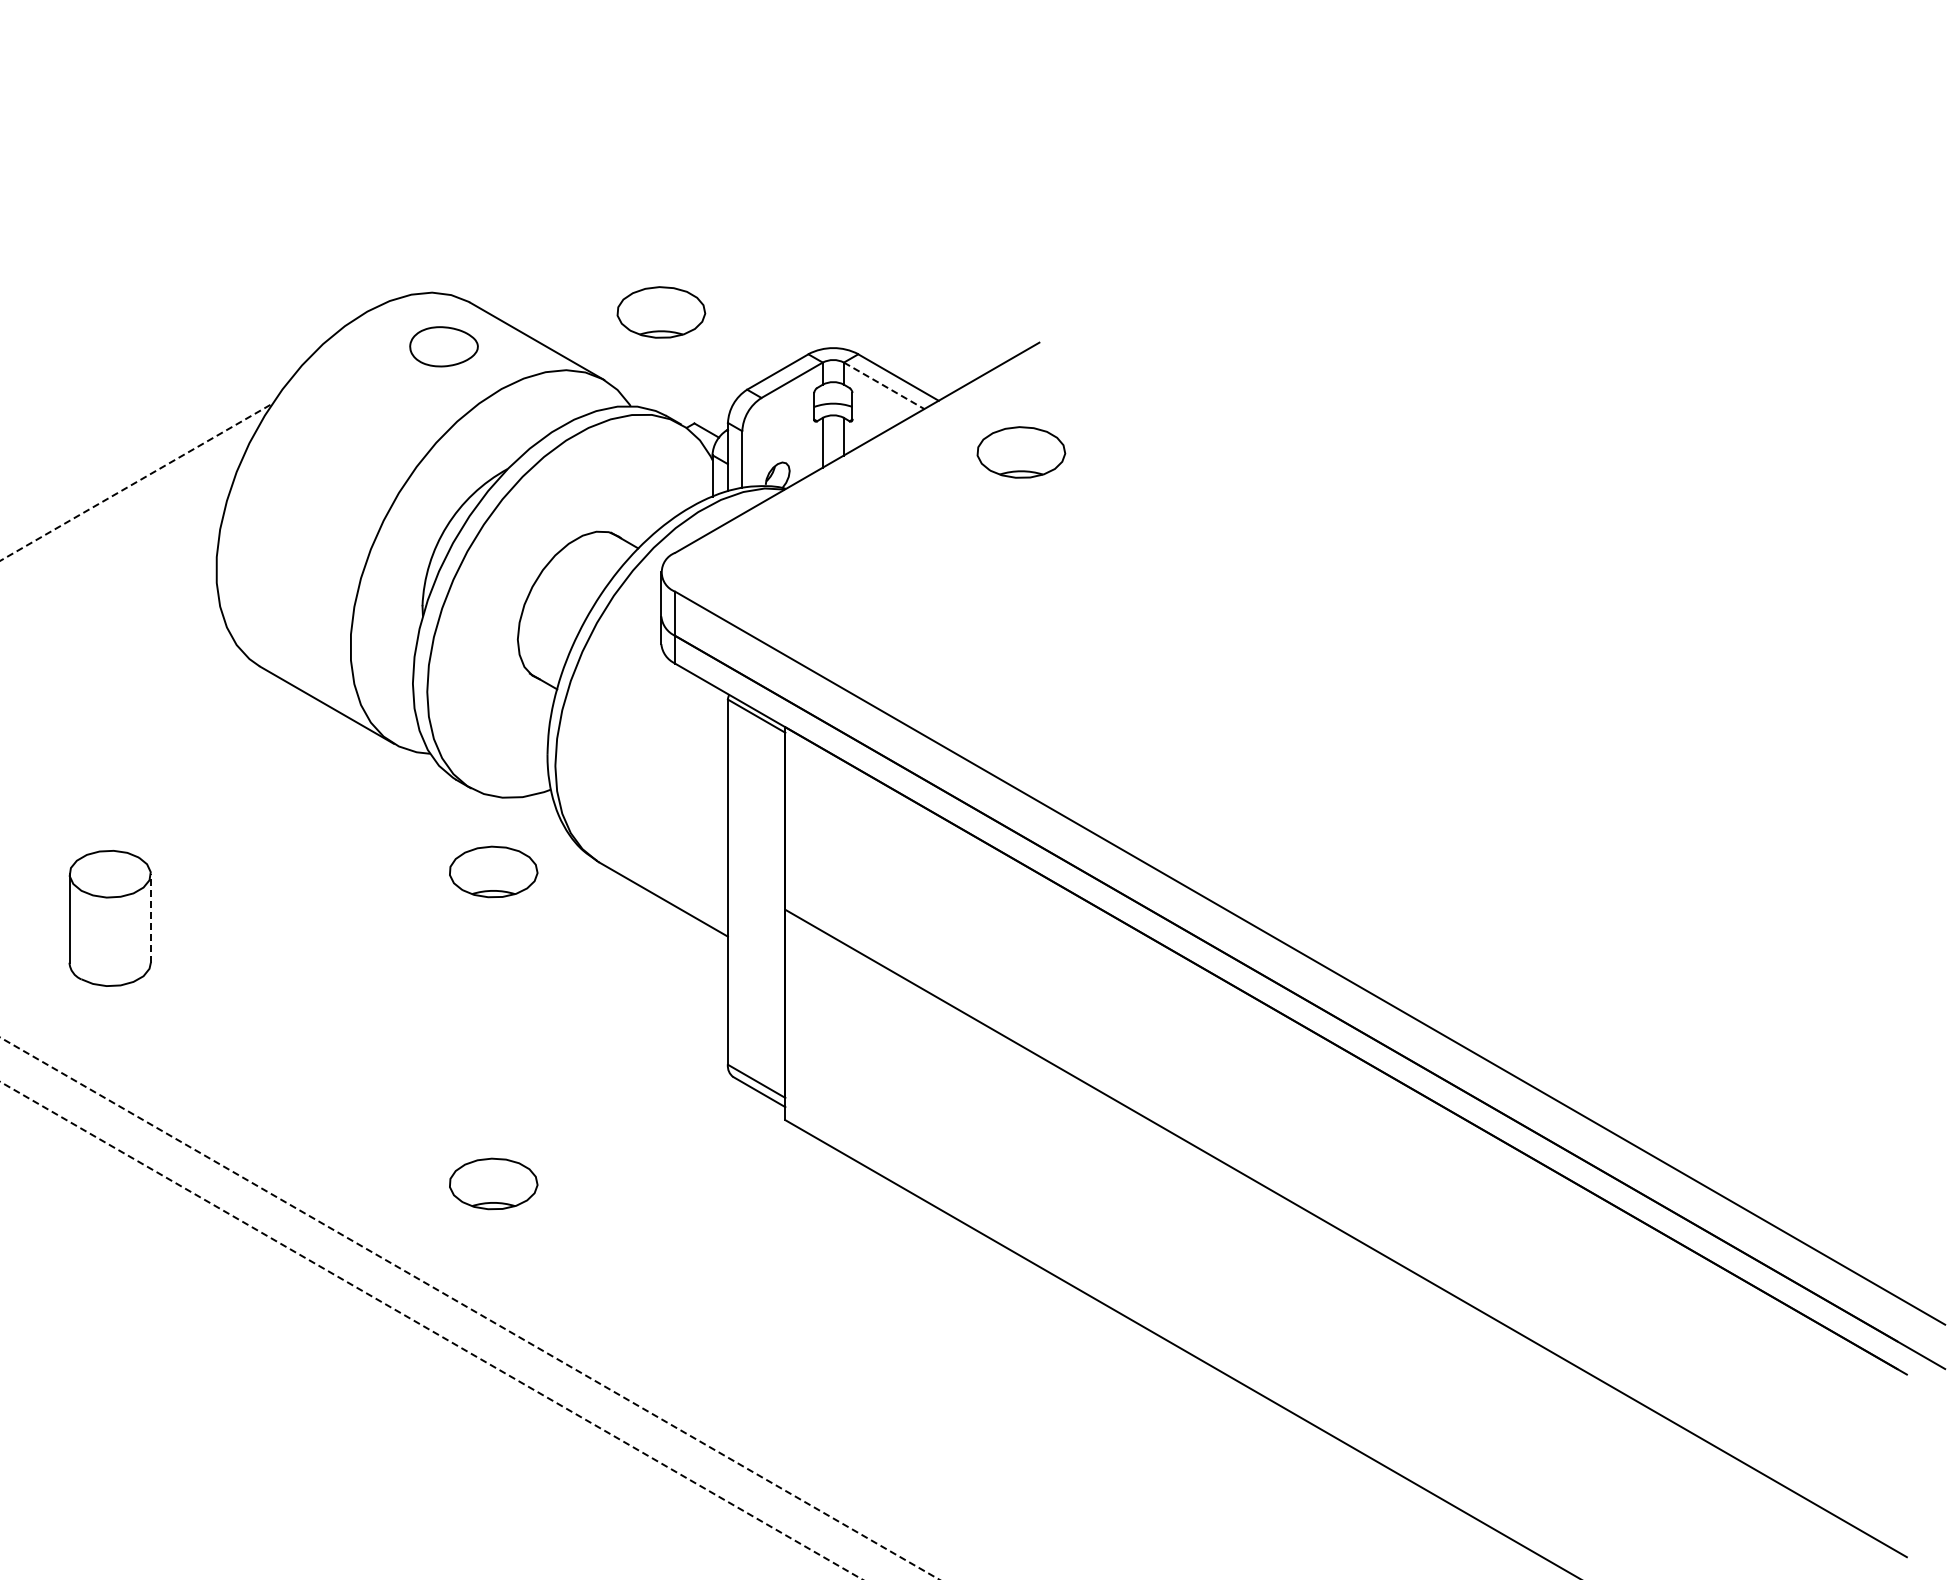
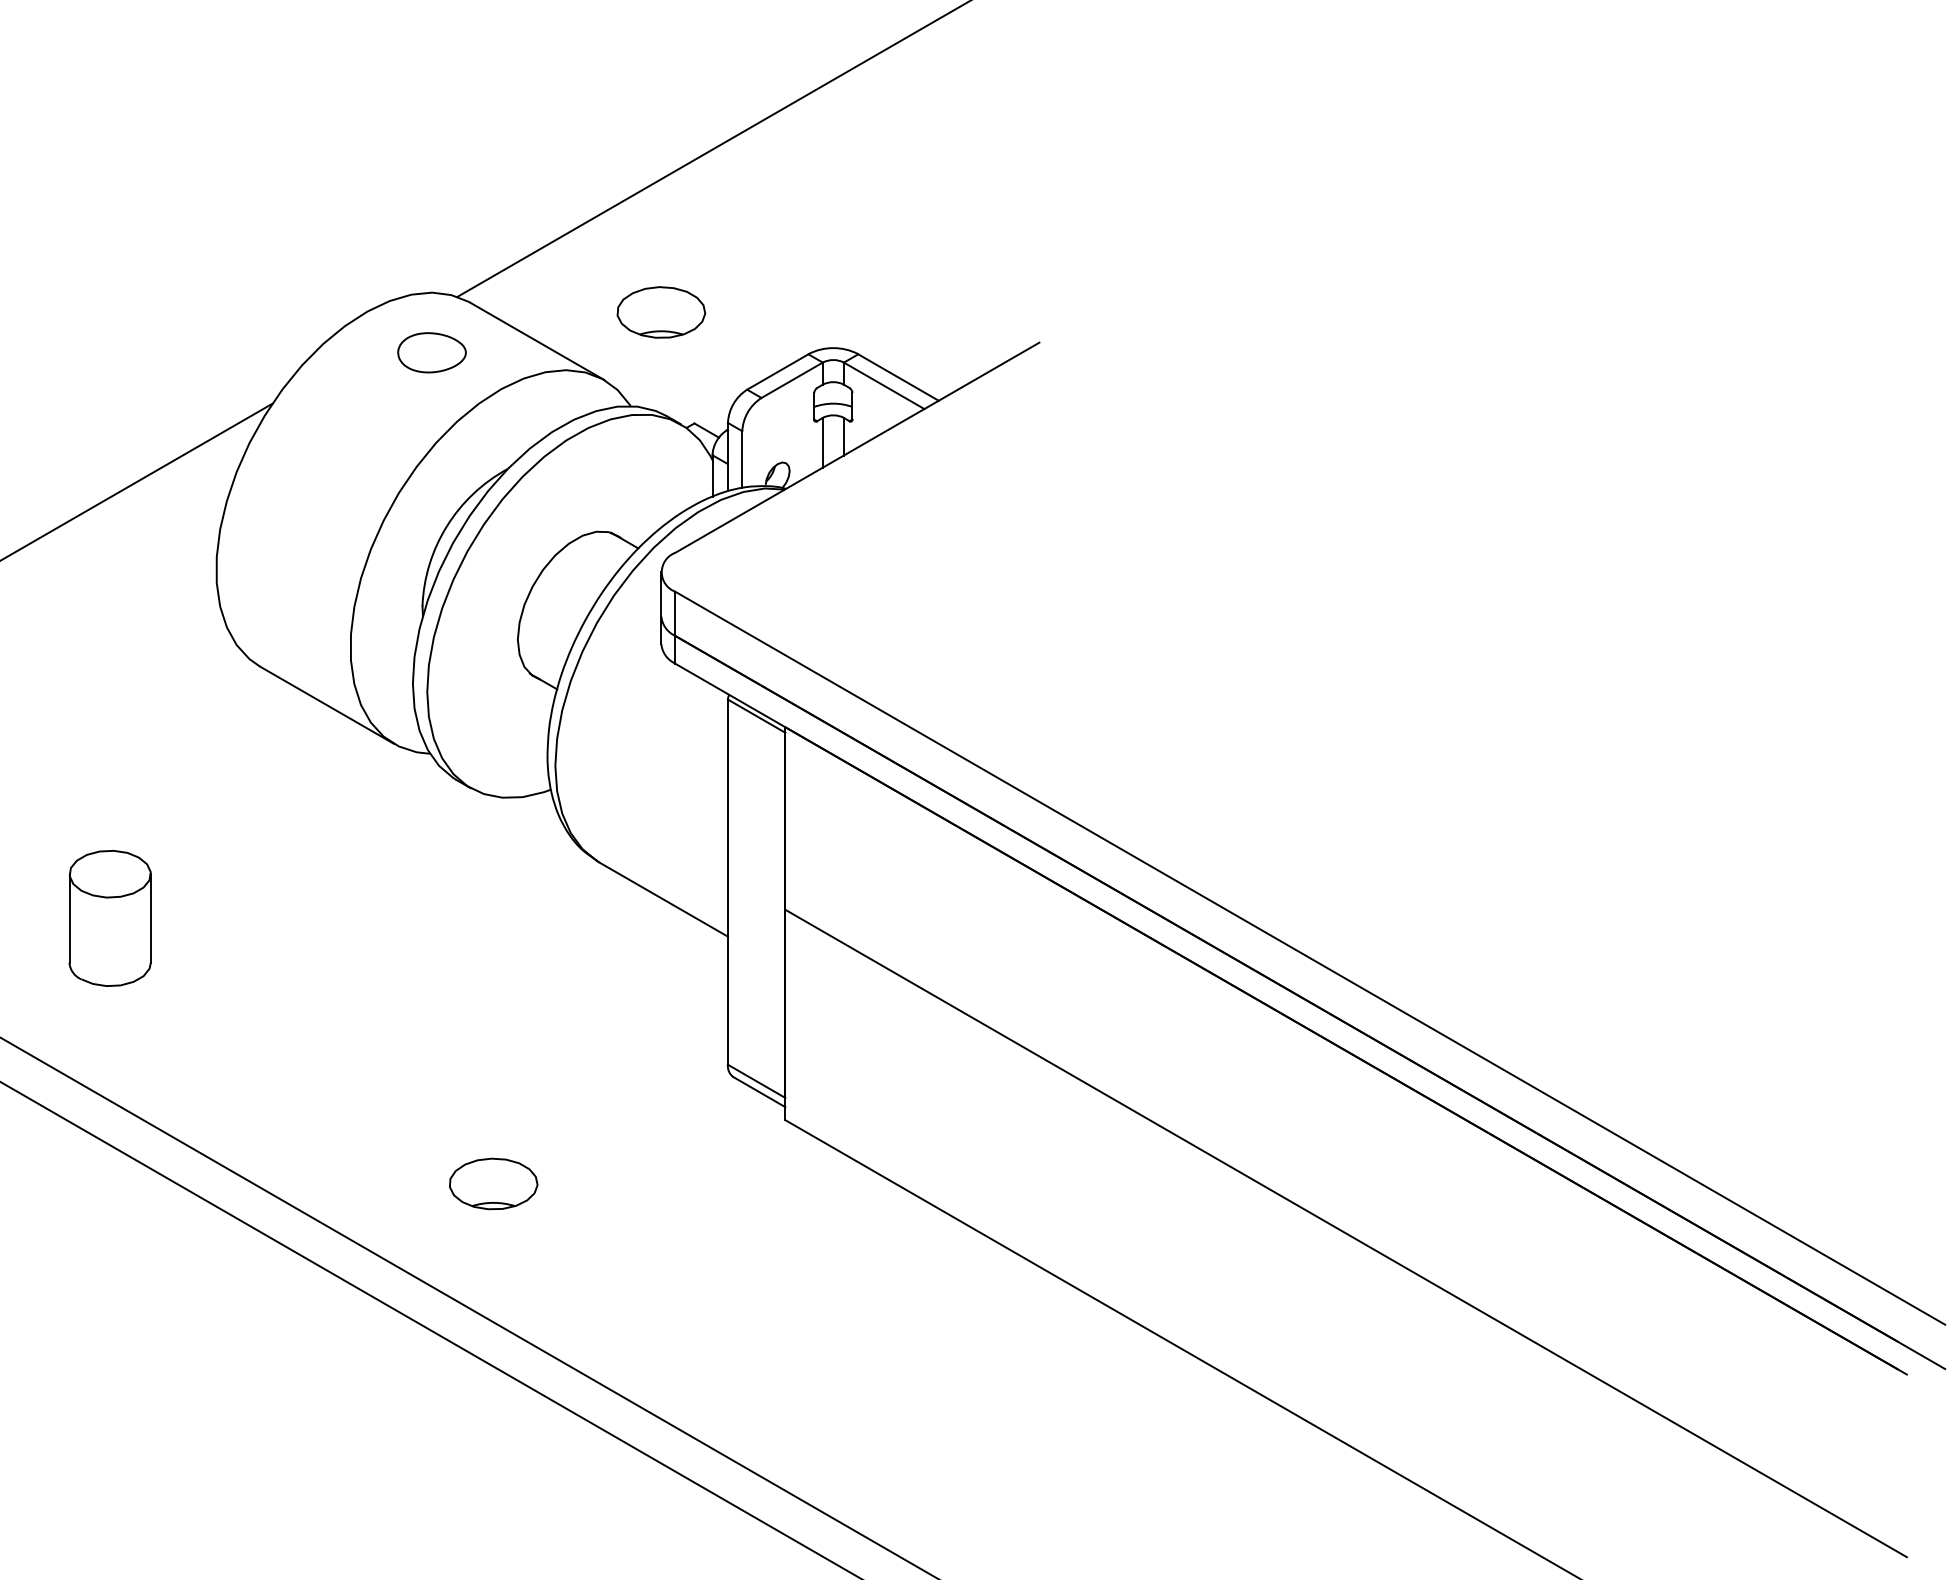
line at (712, 149): none -> present
part at (443, 346) position: (443, 346) -> (431, 352)
line at (884, 386): dashed -> solid
part at (1021, 452): present -> none
line at (136, 482): dashed -> solid
part at (493, 871): present -> none
line at (150, 917): dashed -> solid
line at (469, 1308): dashed -> solid
line at (431, 1330): dashed -> solid
